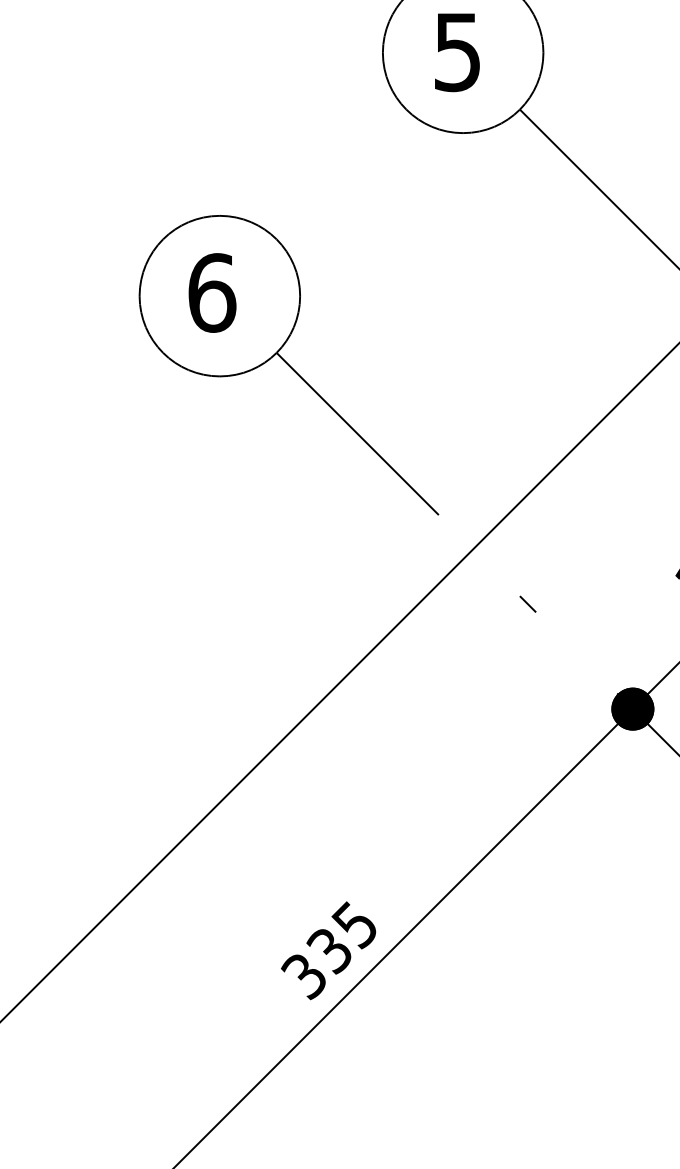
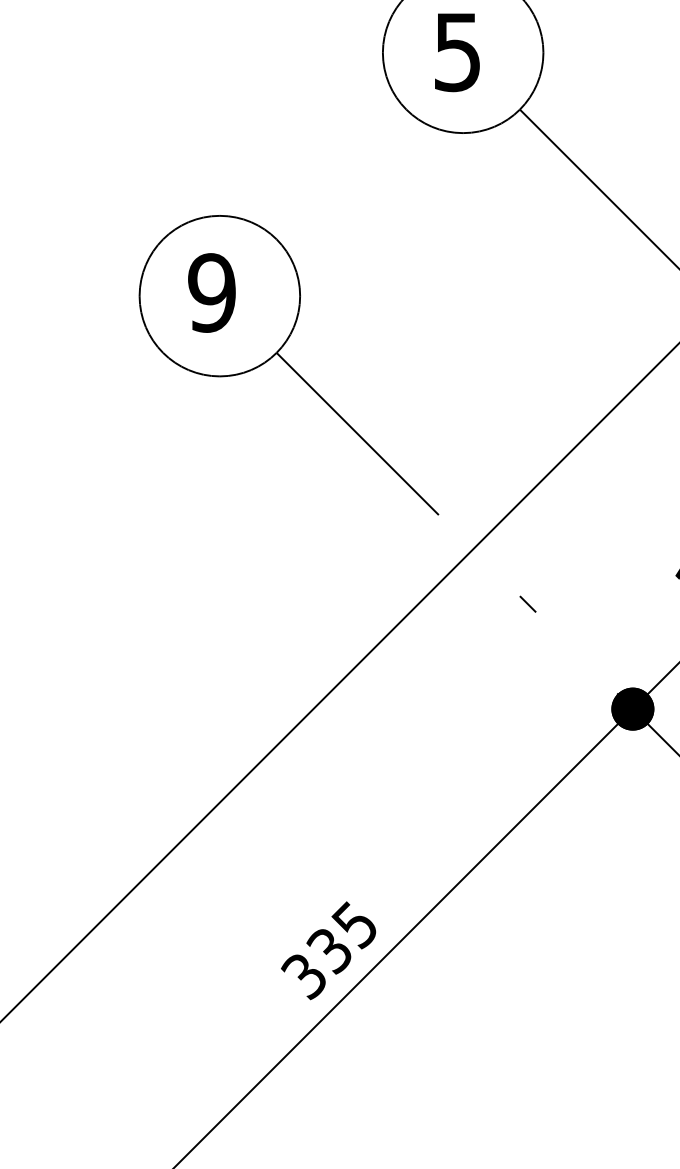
text at (212, 292): 6 -> 9
